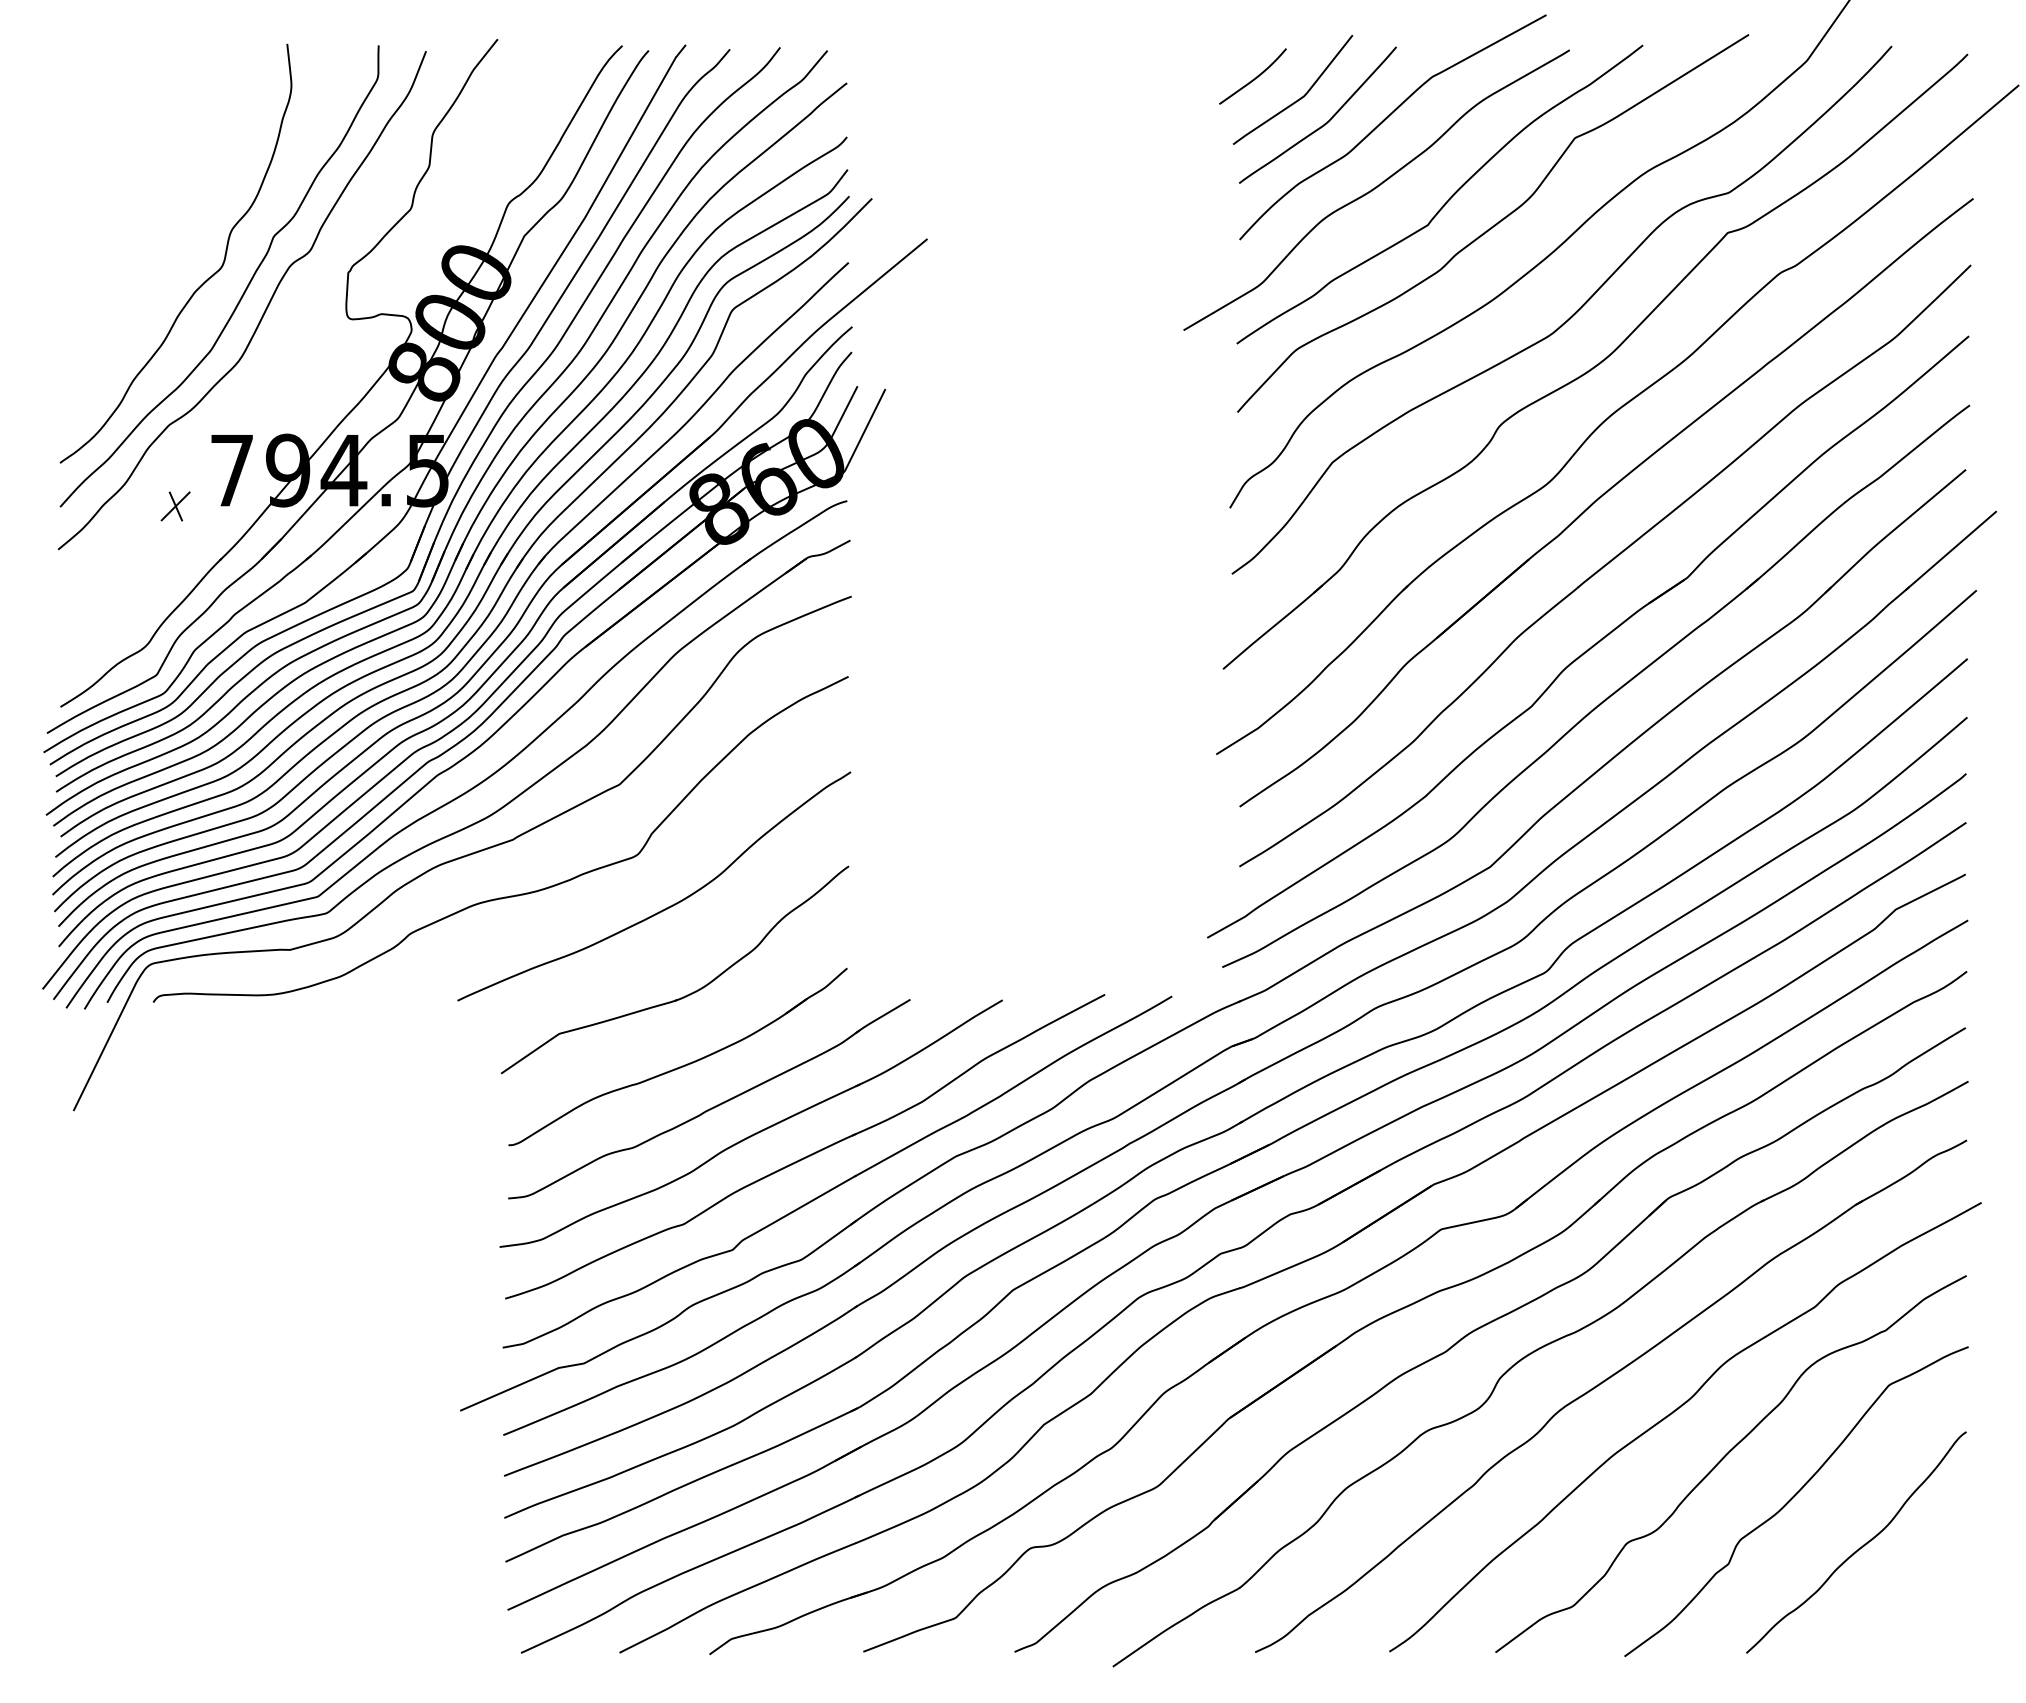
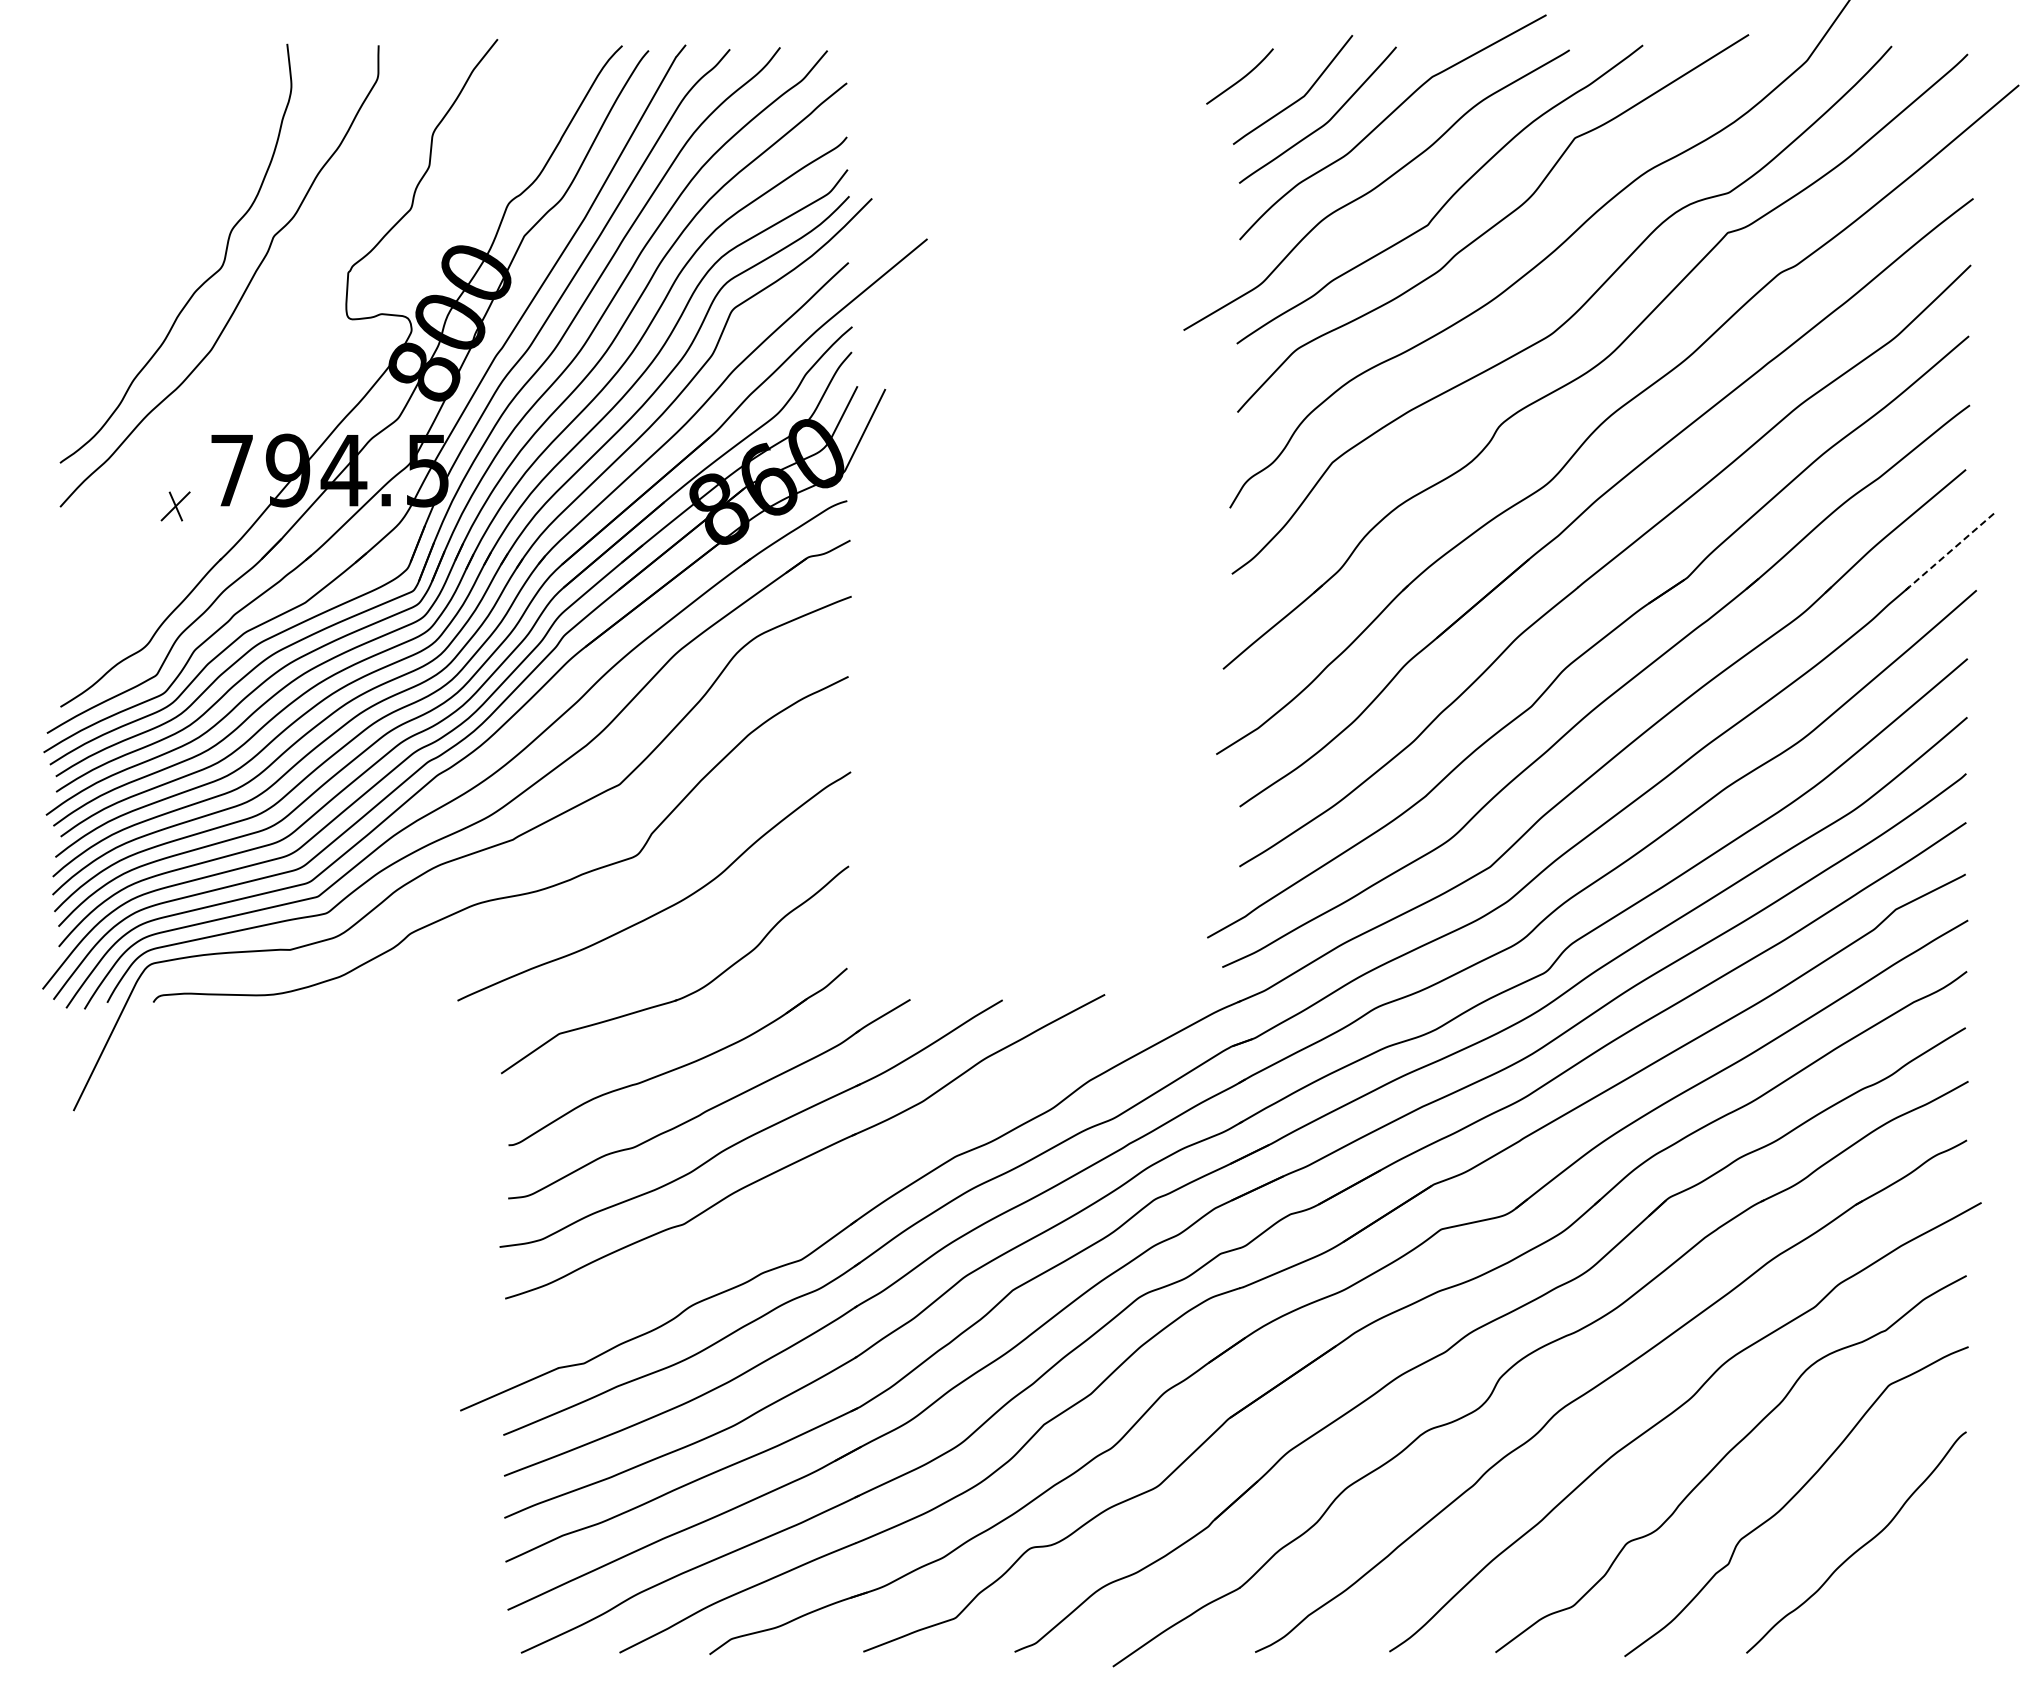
curve at (1253, 78) position: (1253, 78) -> (1240, 78)
curve at (263, 312): present -> none
line at (1950, 551): solid -> dashed
part at (843, 1181): present -> none
